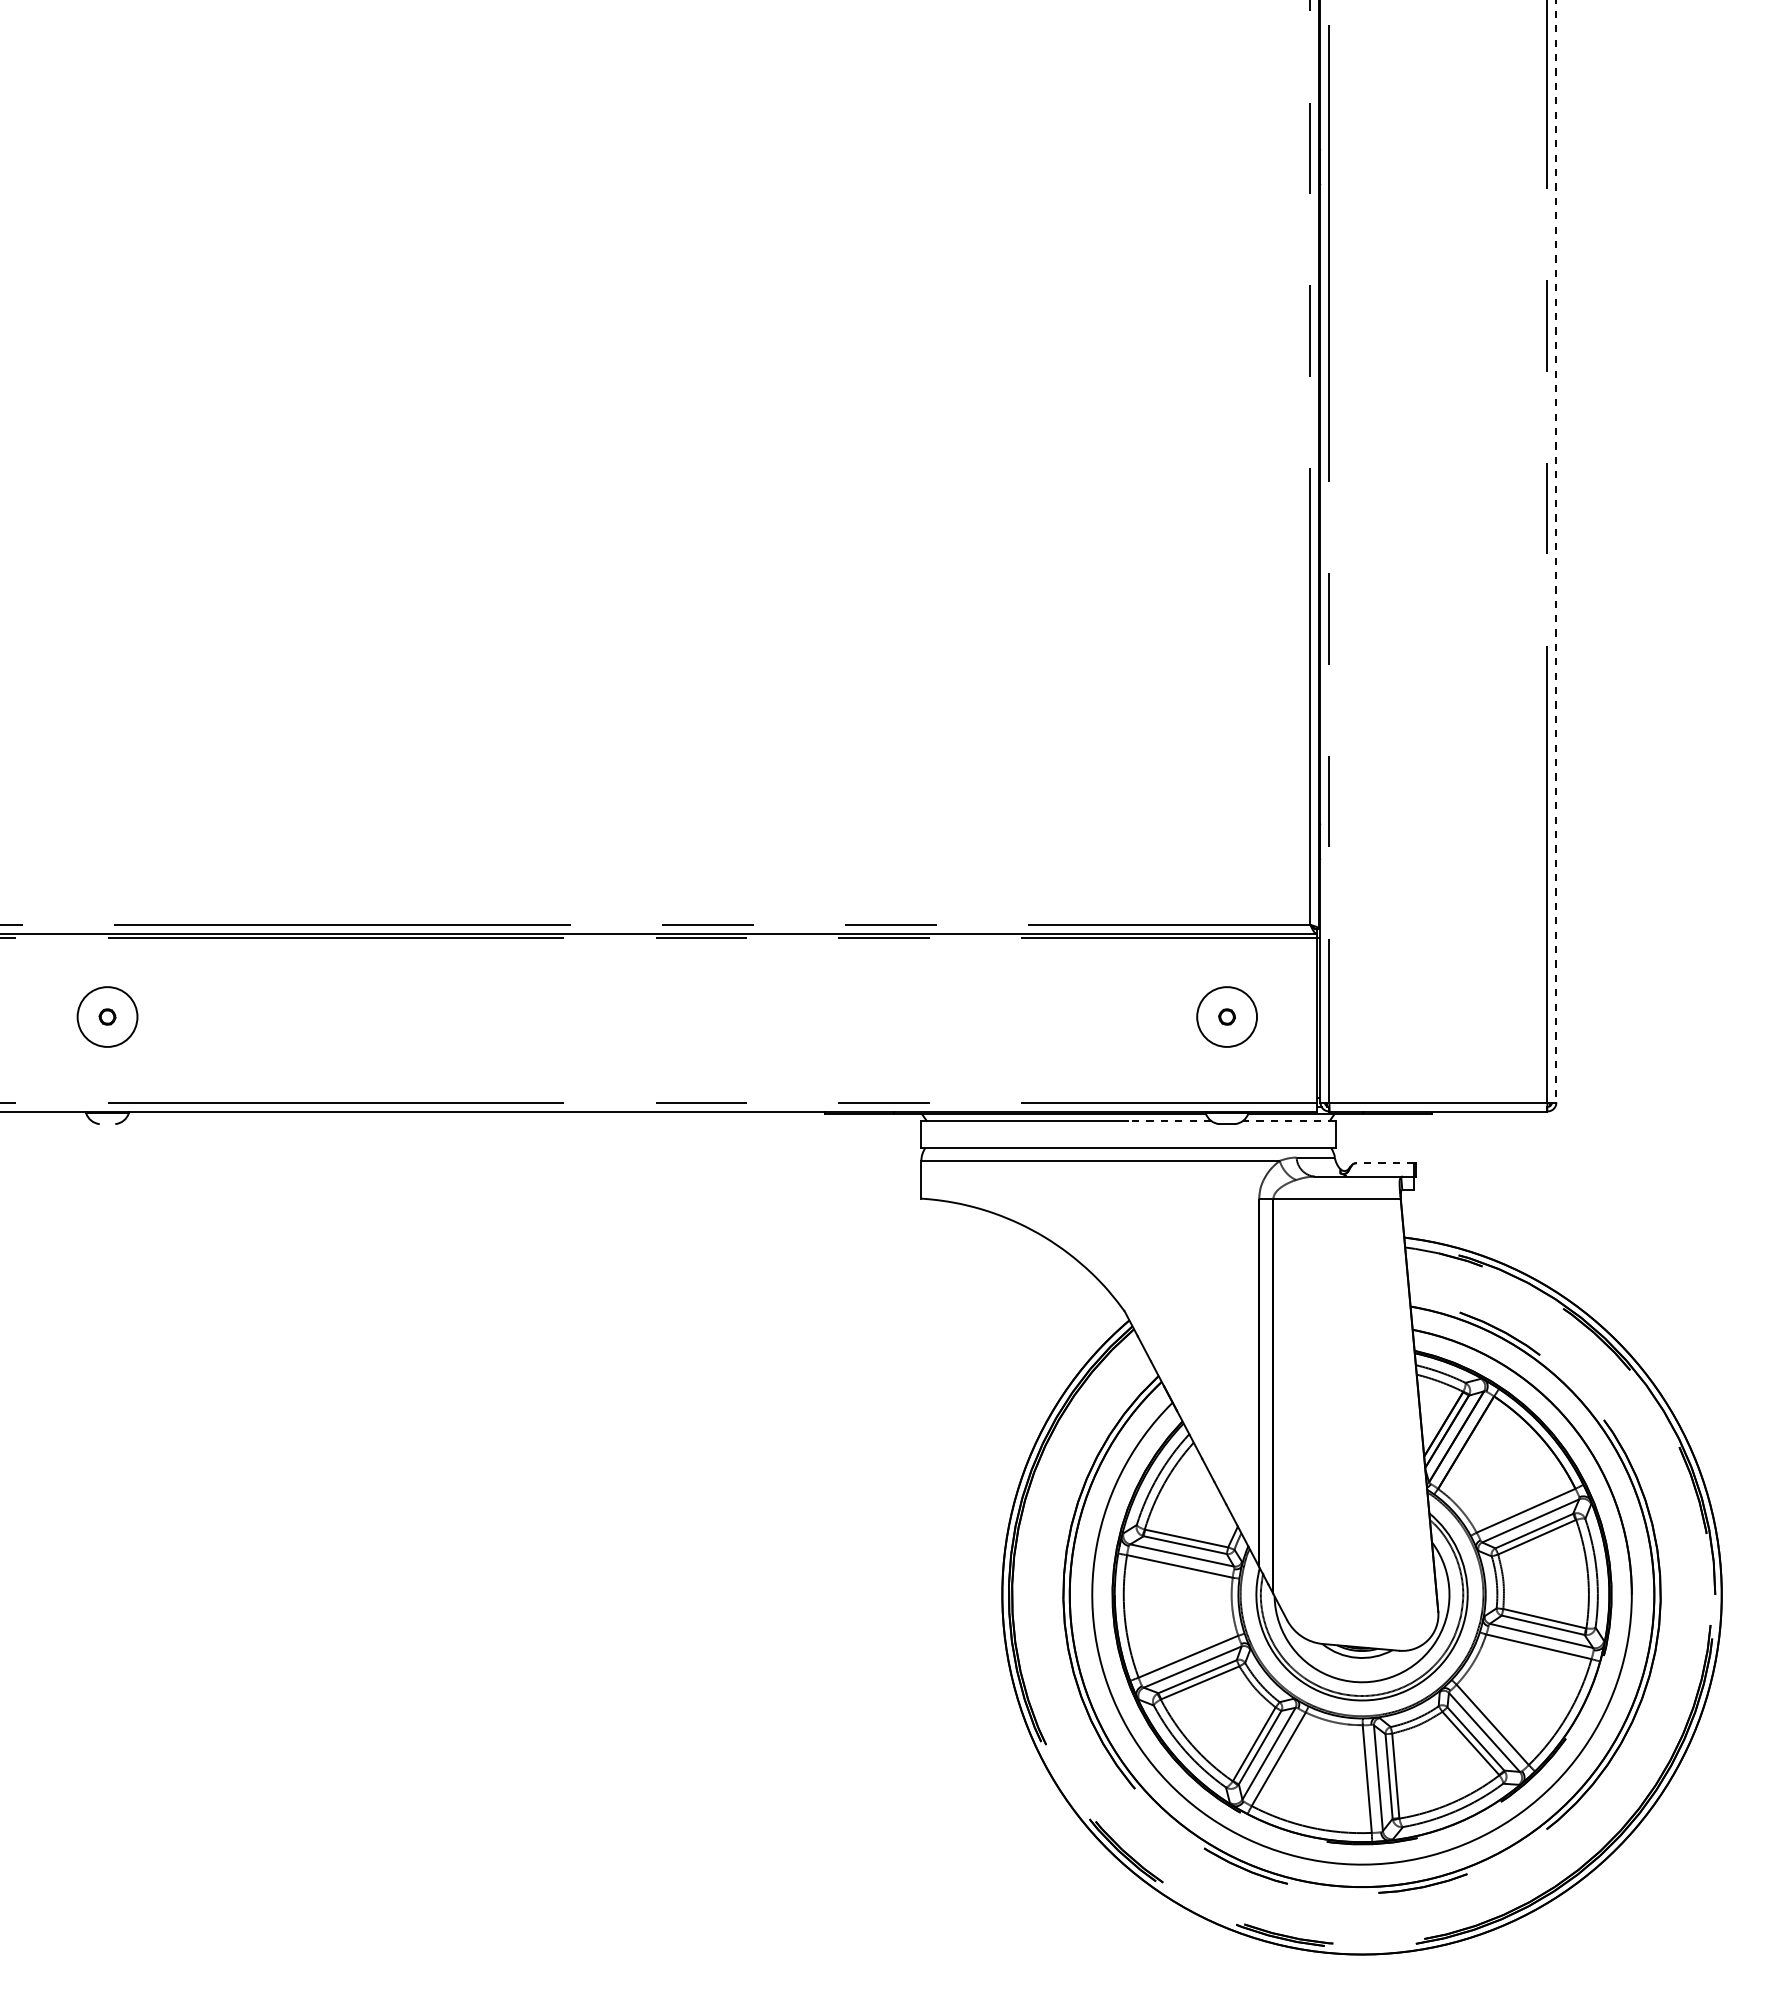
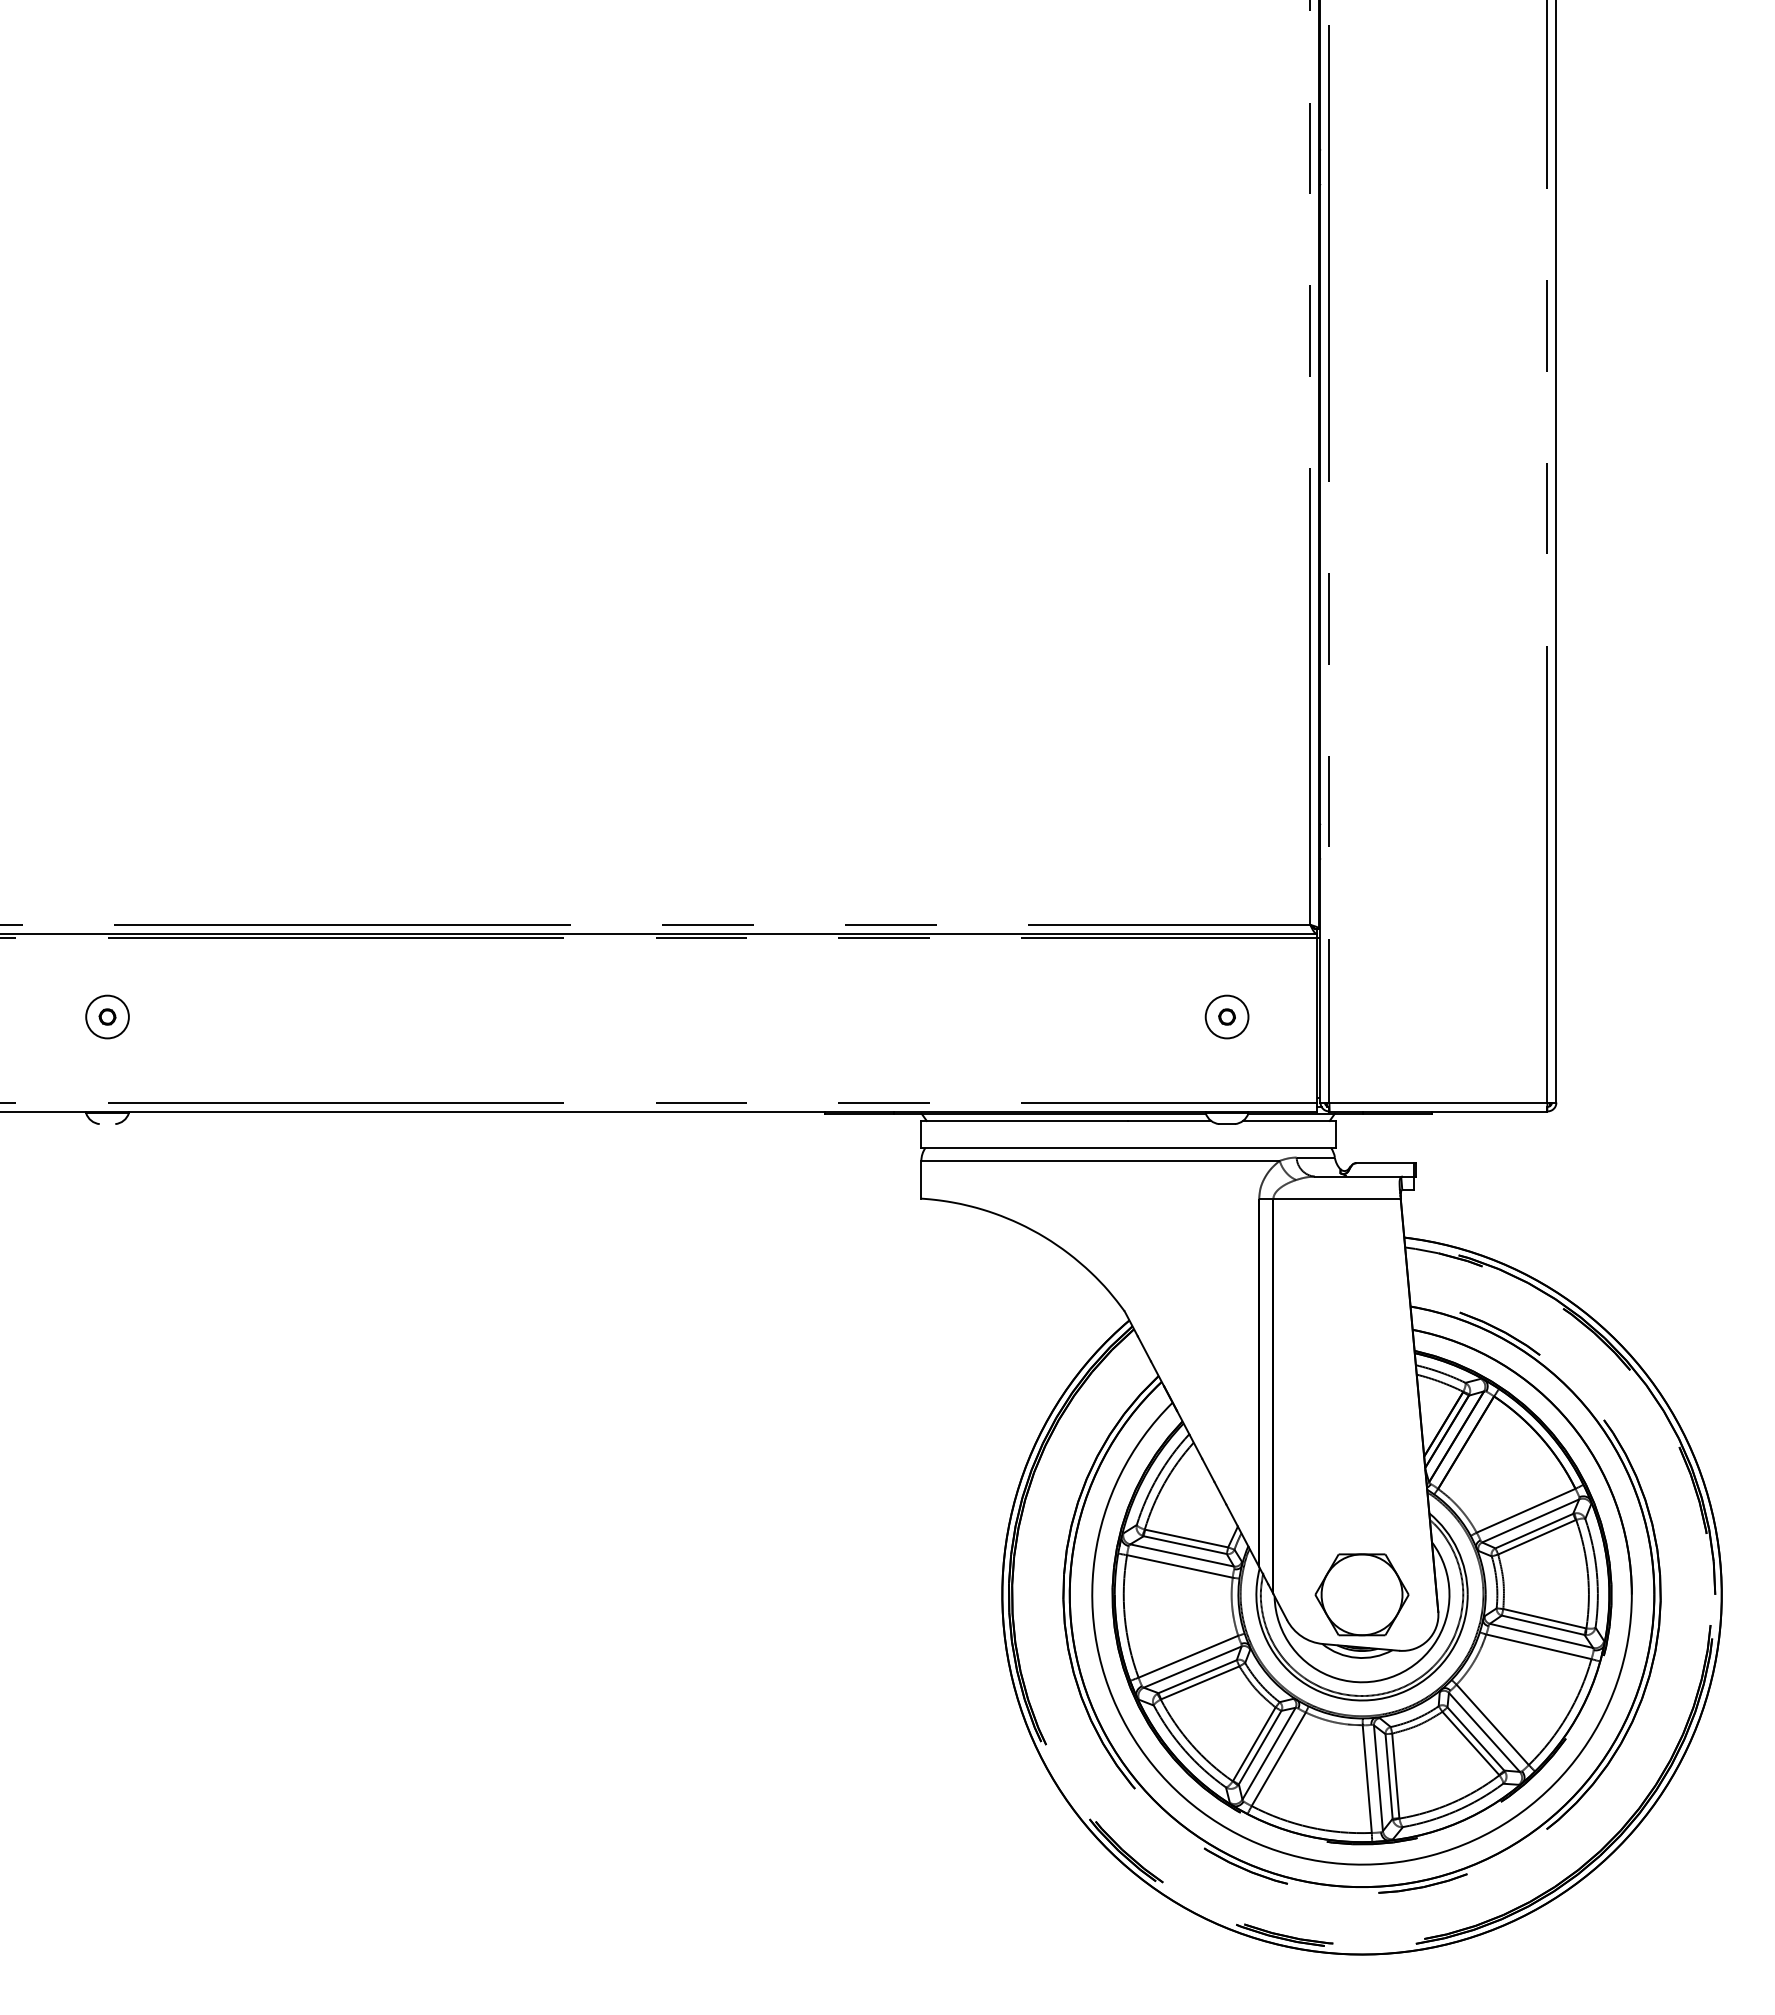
line at (1556, 551): dashed -> solid
circle at (107, 1016) diameter: 60 px -> 43 px
circle at (1227, 1016) diameter: 60 px -> 43 px
line at (1169, 1120): dashed -> solid
line at (1288, 1120): dashed -> solid
line at (1385, 1163): dashed -> solid
part at (1361, 1594): none -> present
